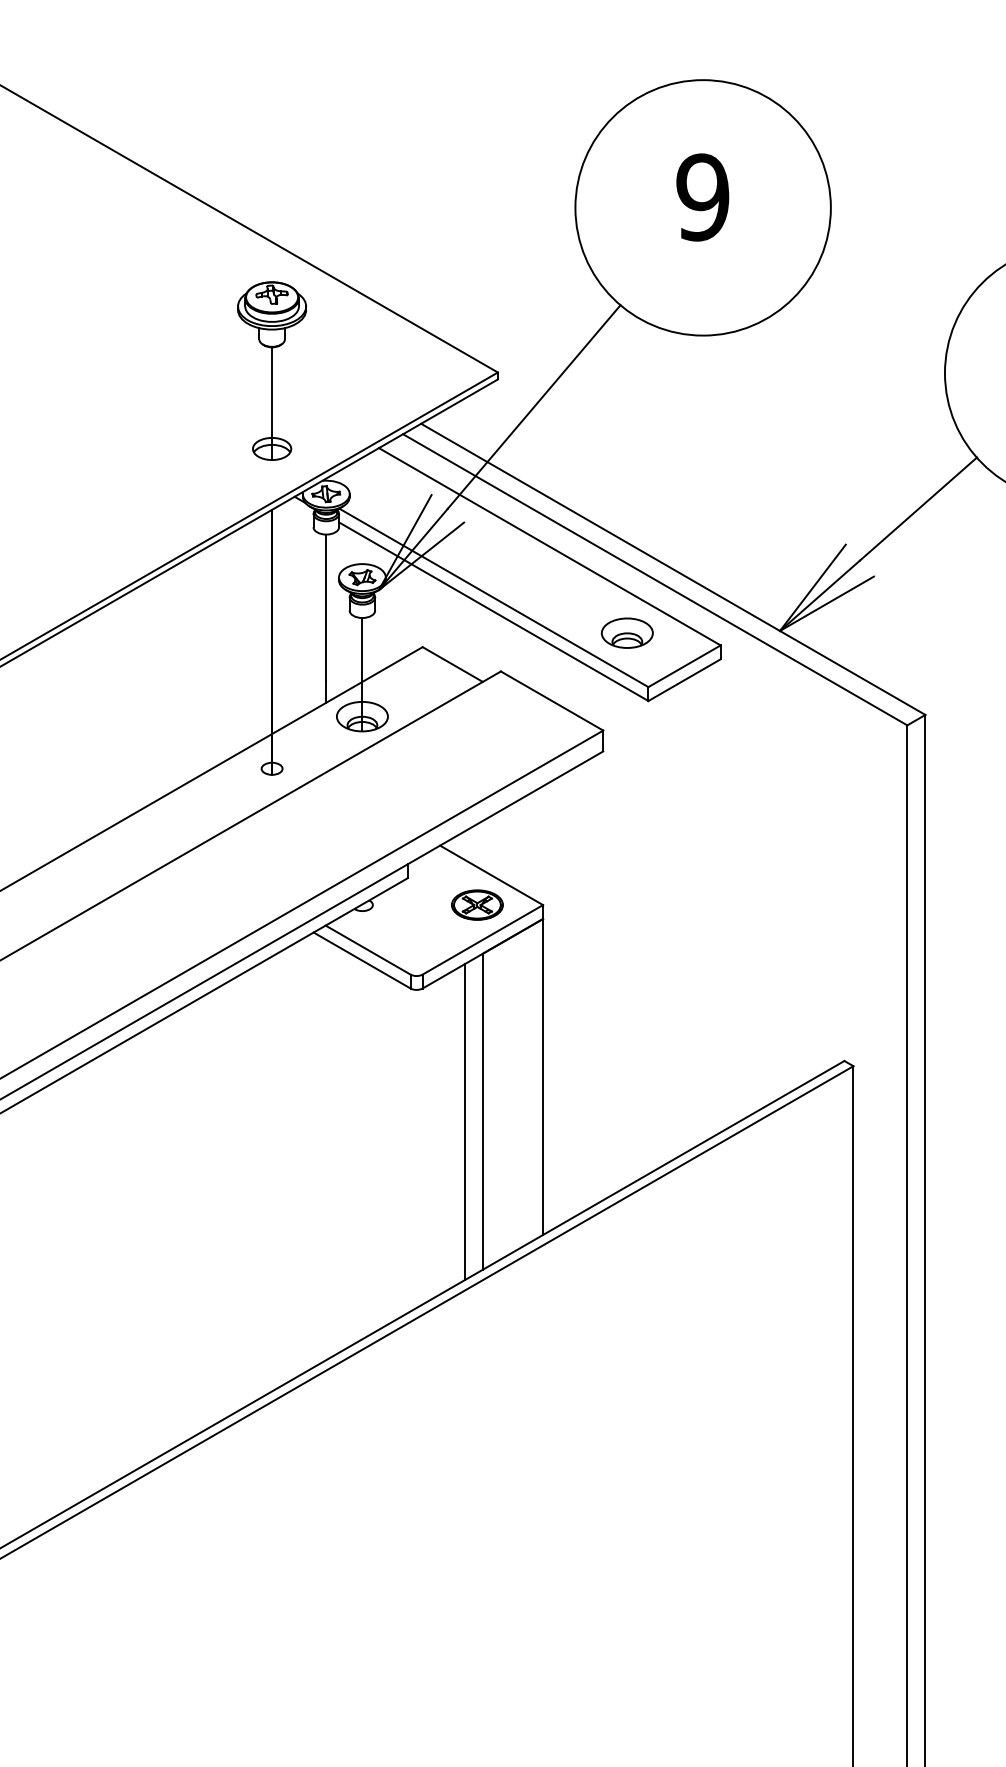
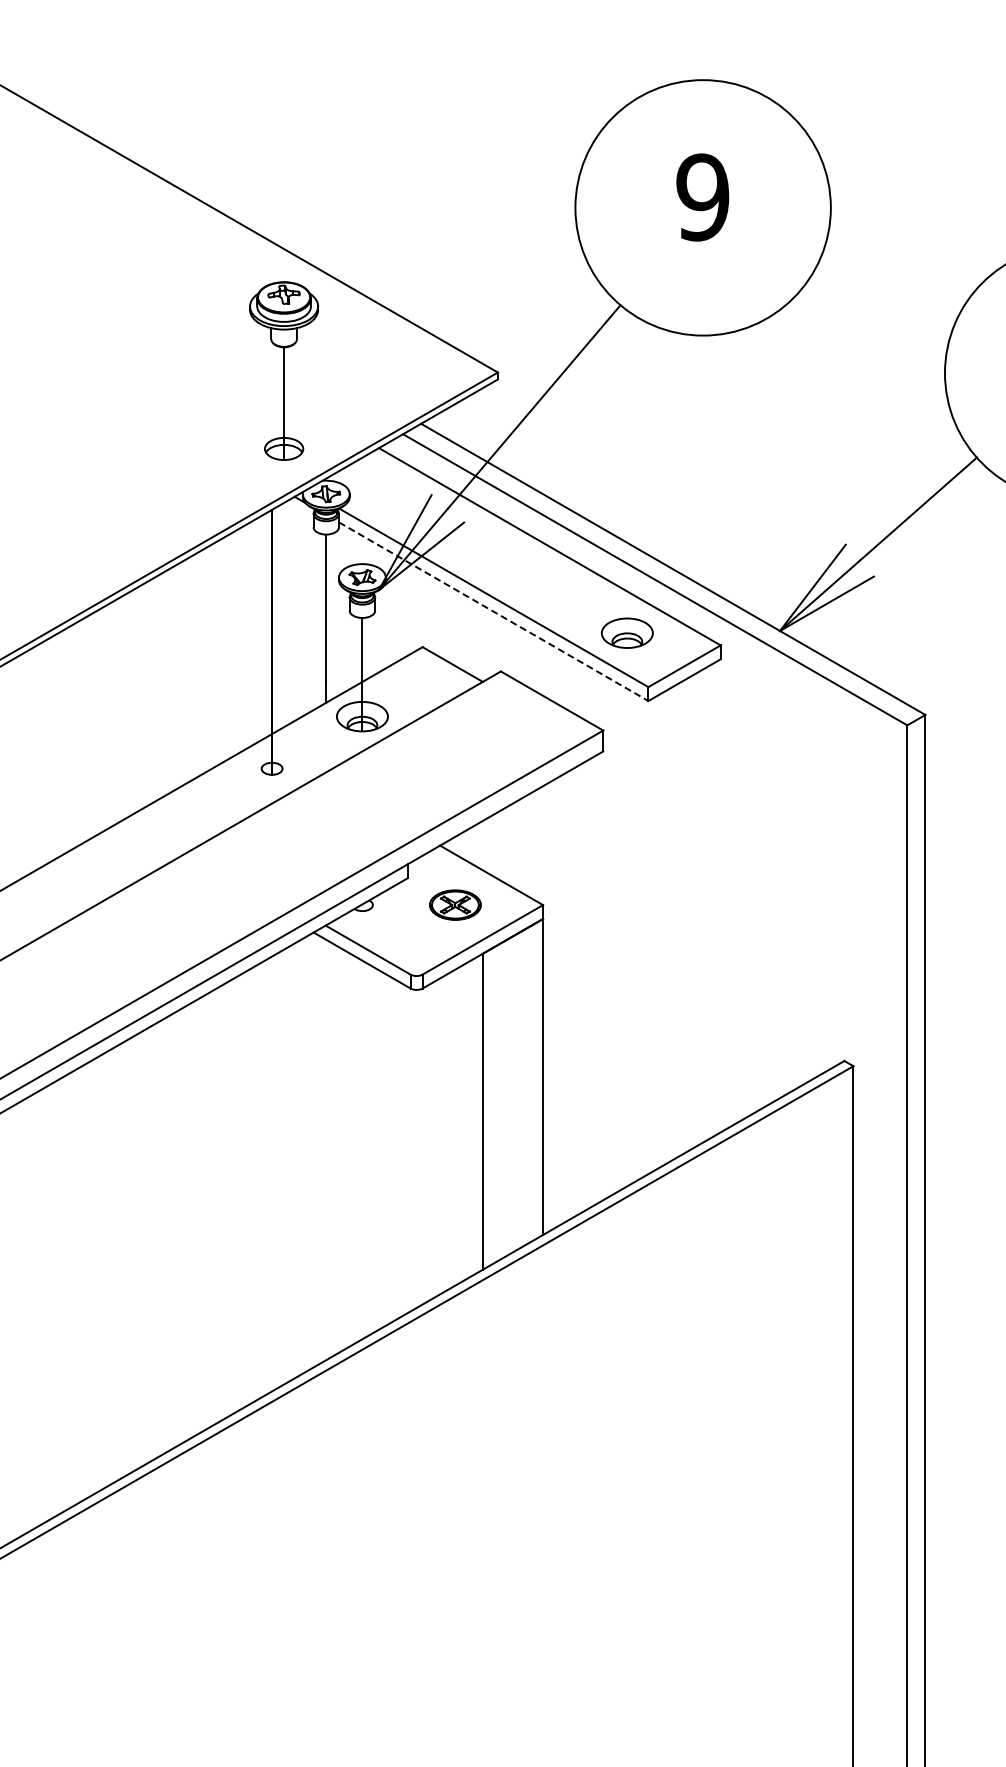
part at (272, 370) position: (272, 370) -> (284, 370)
line at (493, 611): solid -> dashed
part at (477, 904) position: (477, 904) -> (455, 904)
line at (464, 1122): present -> none
